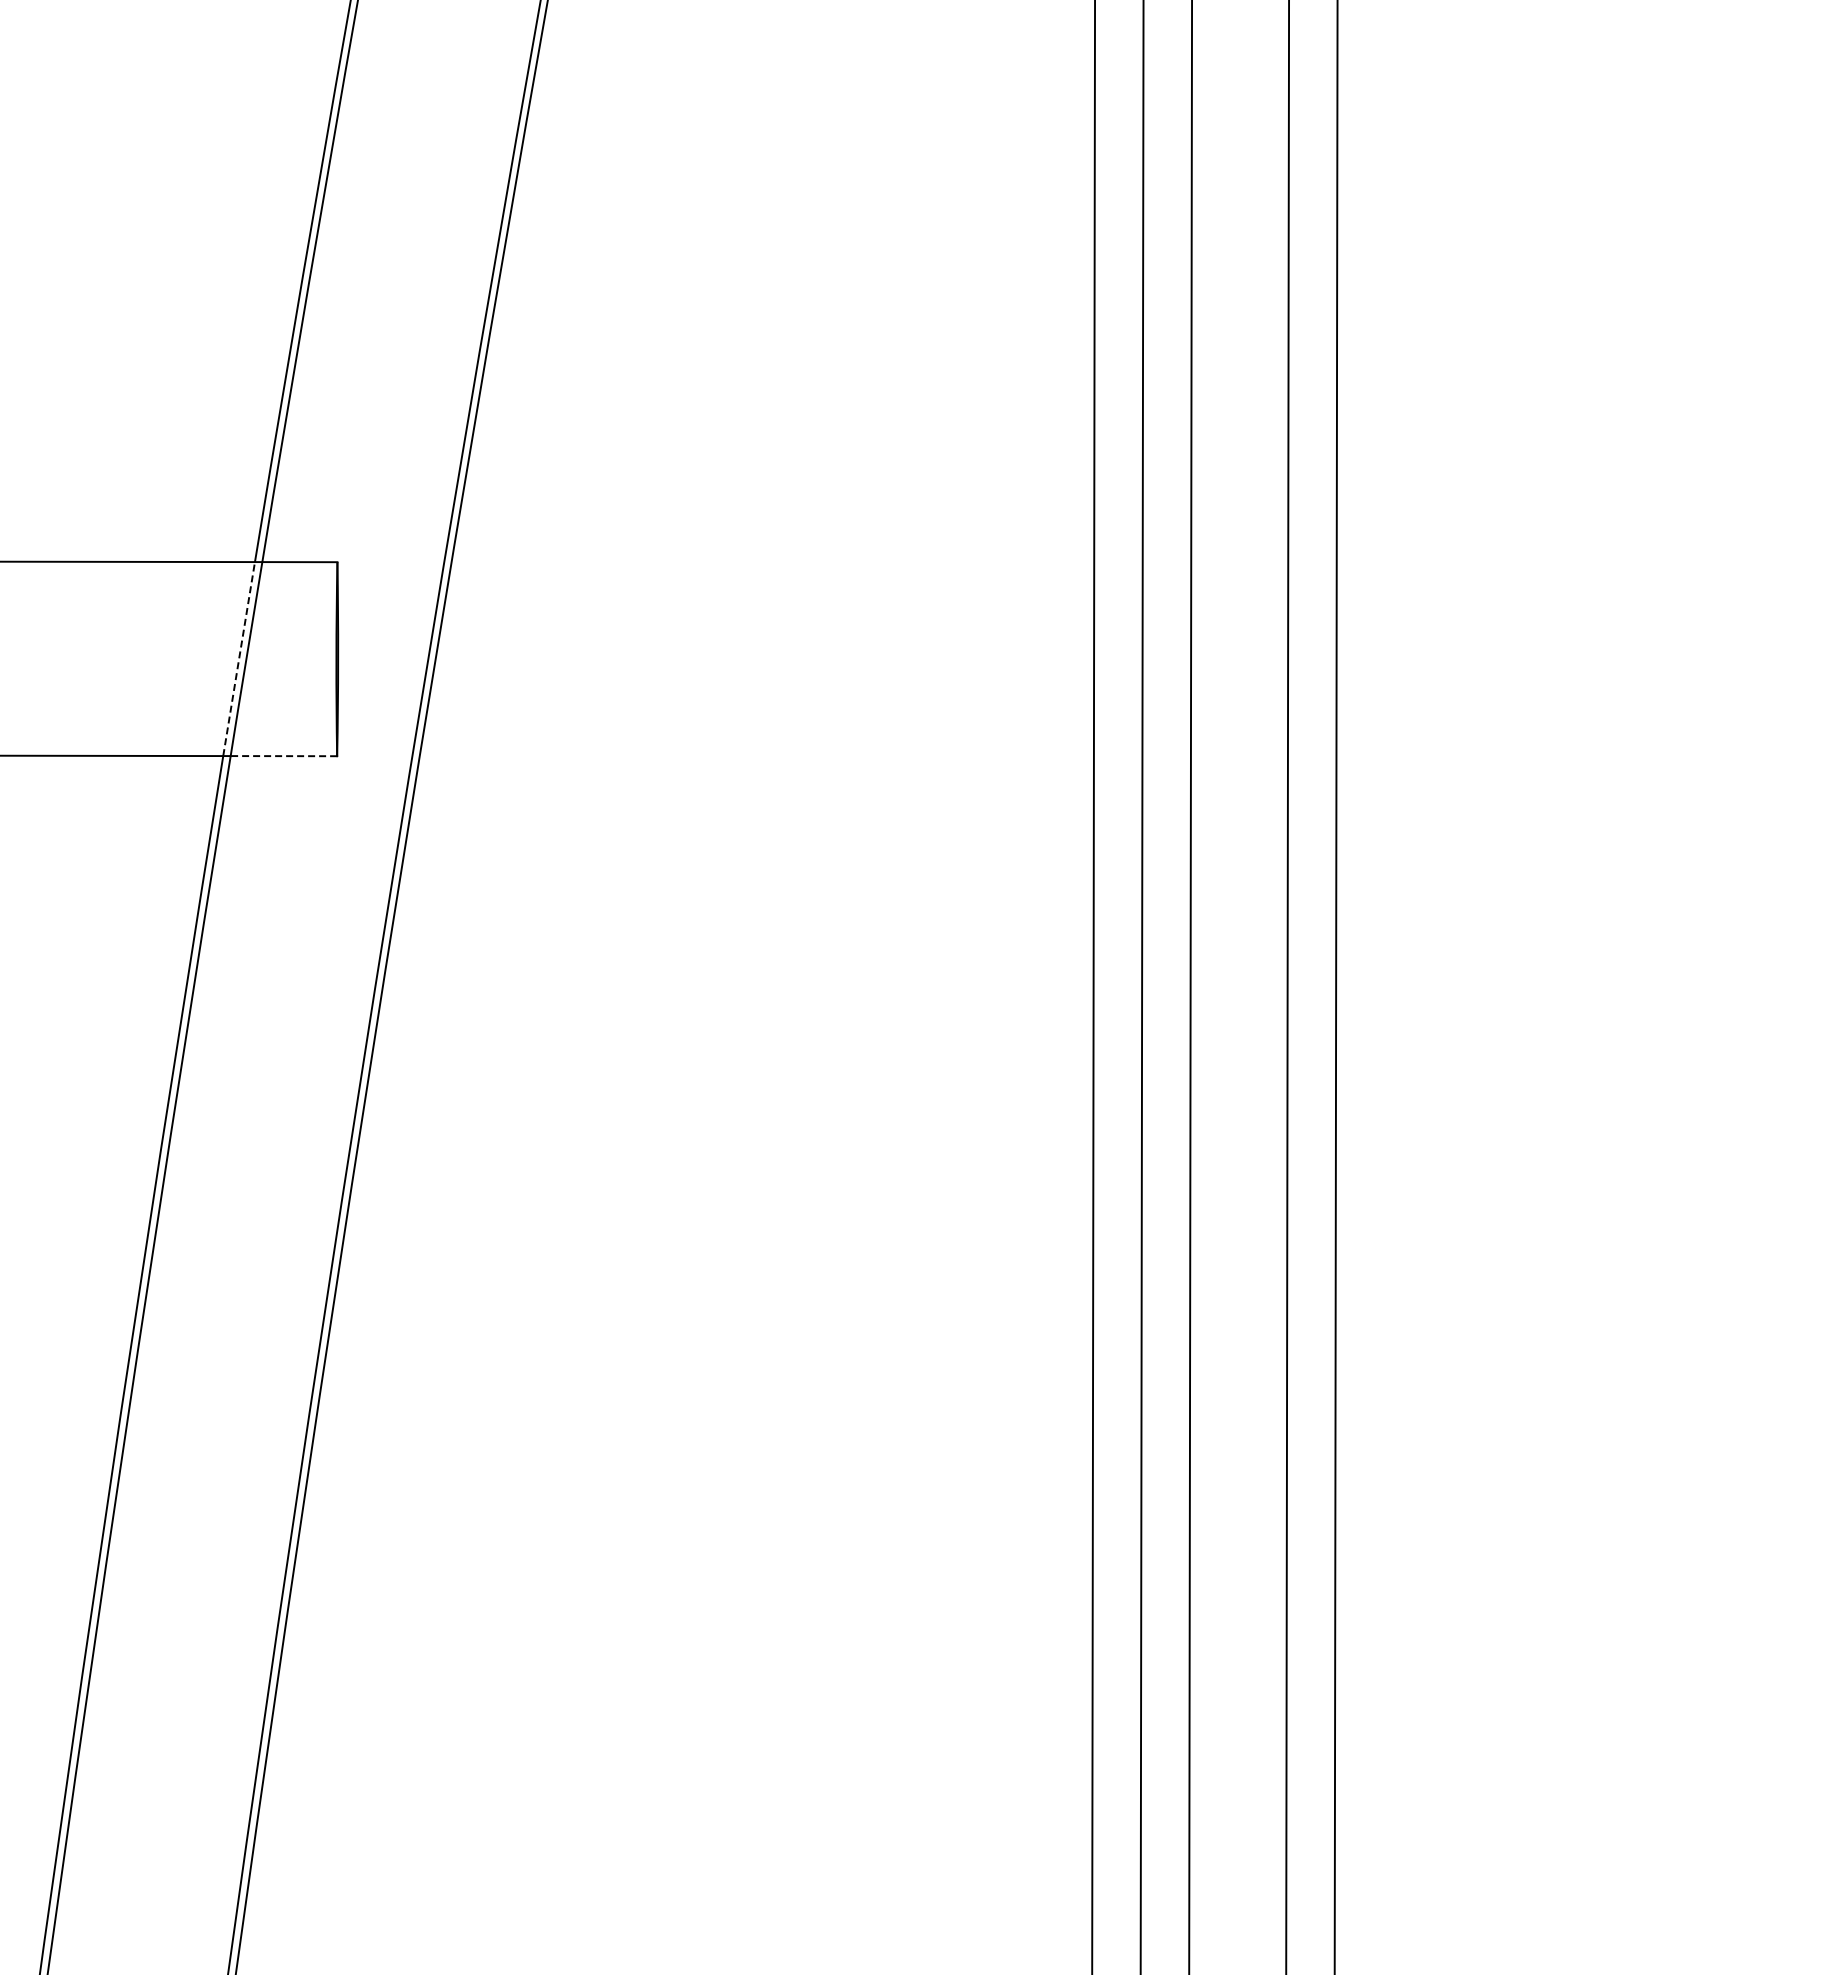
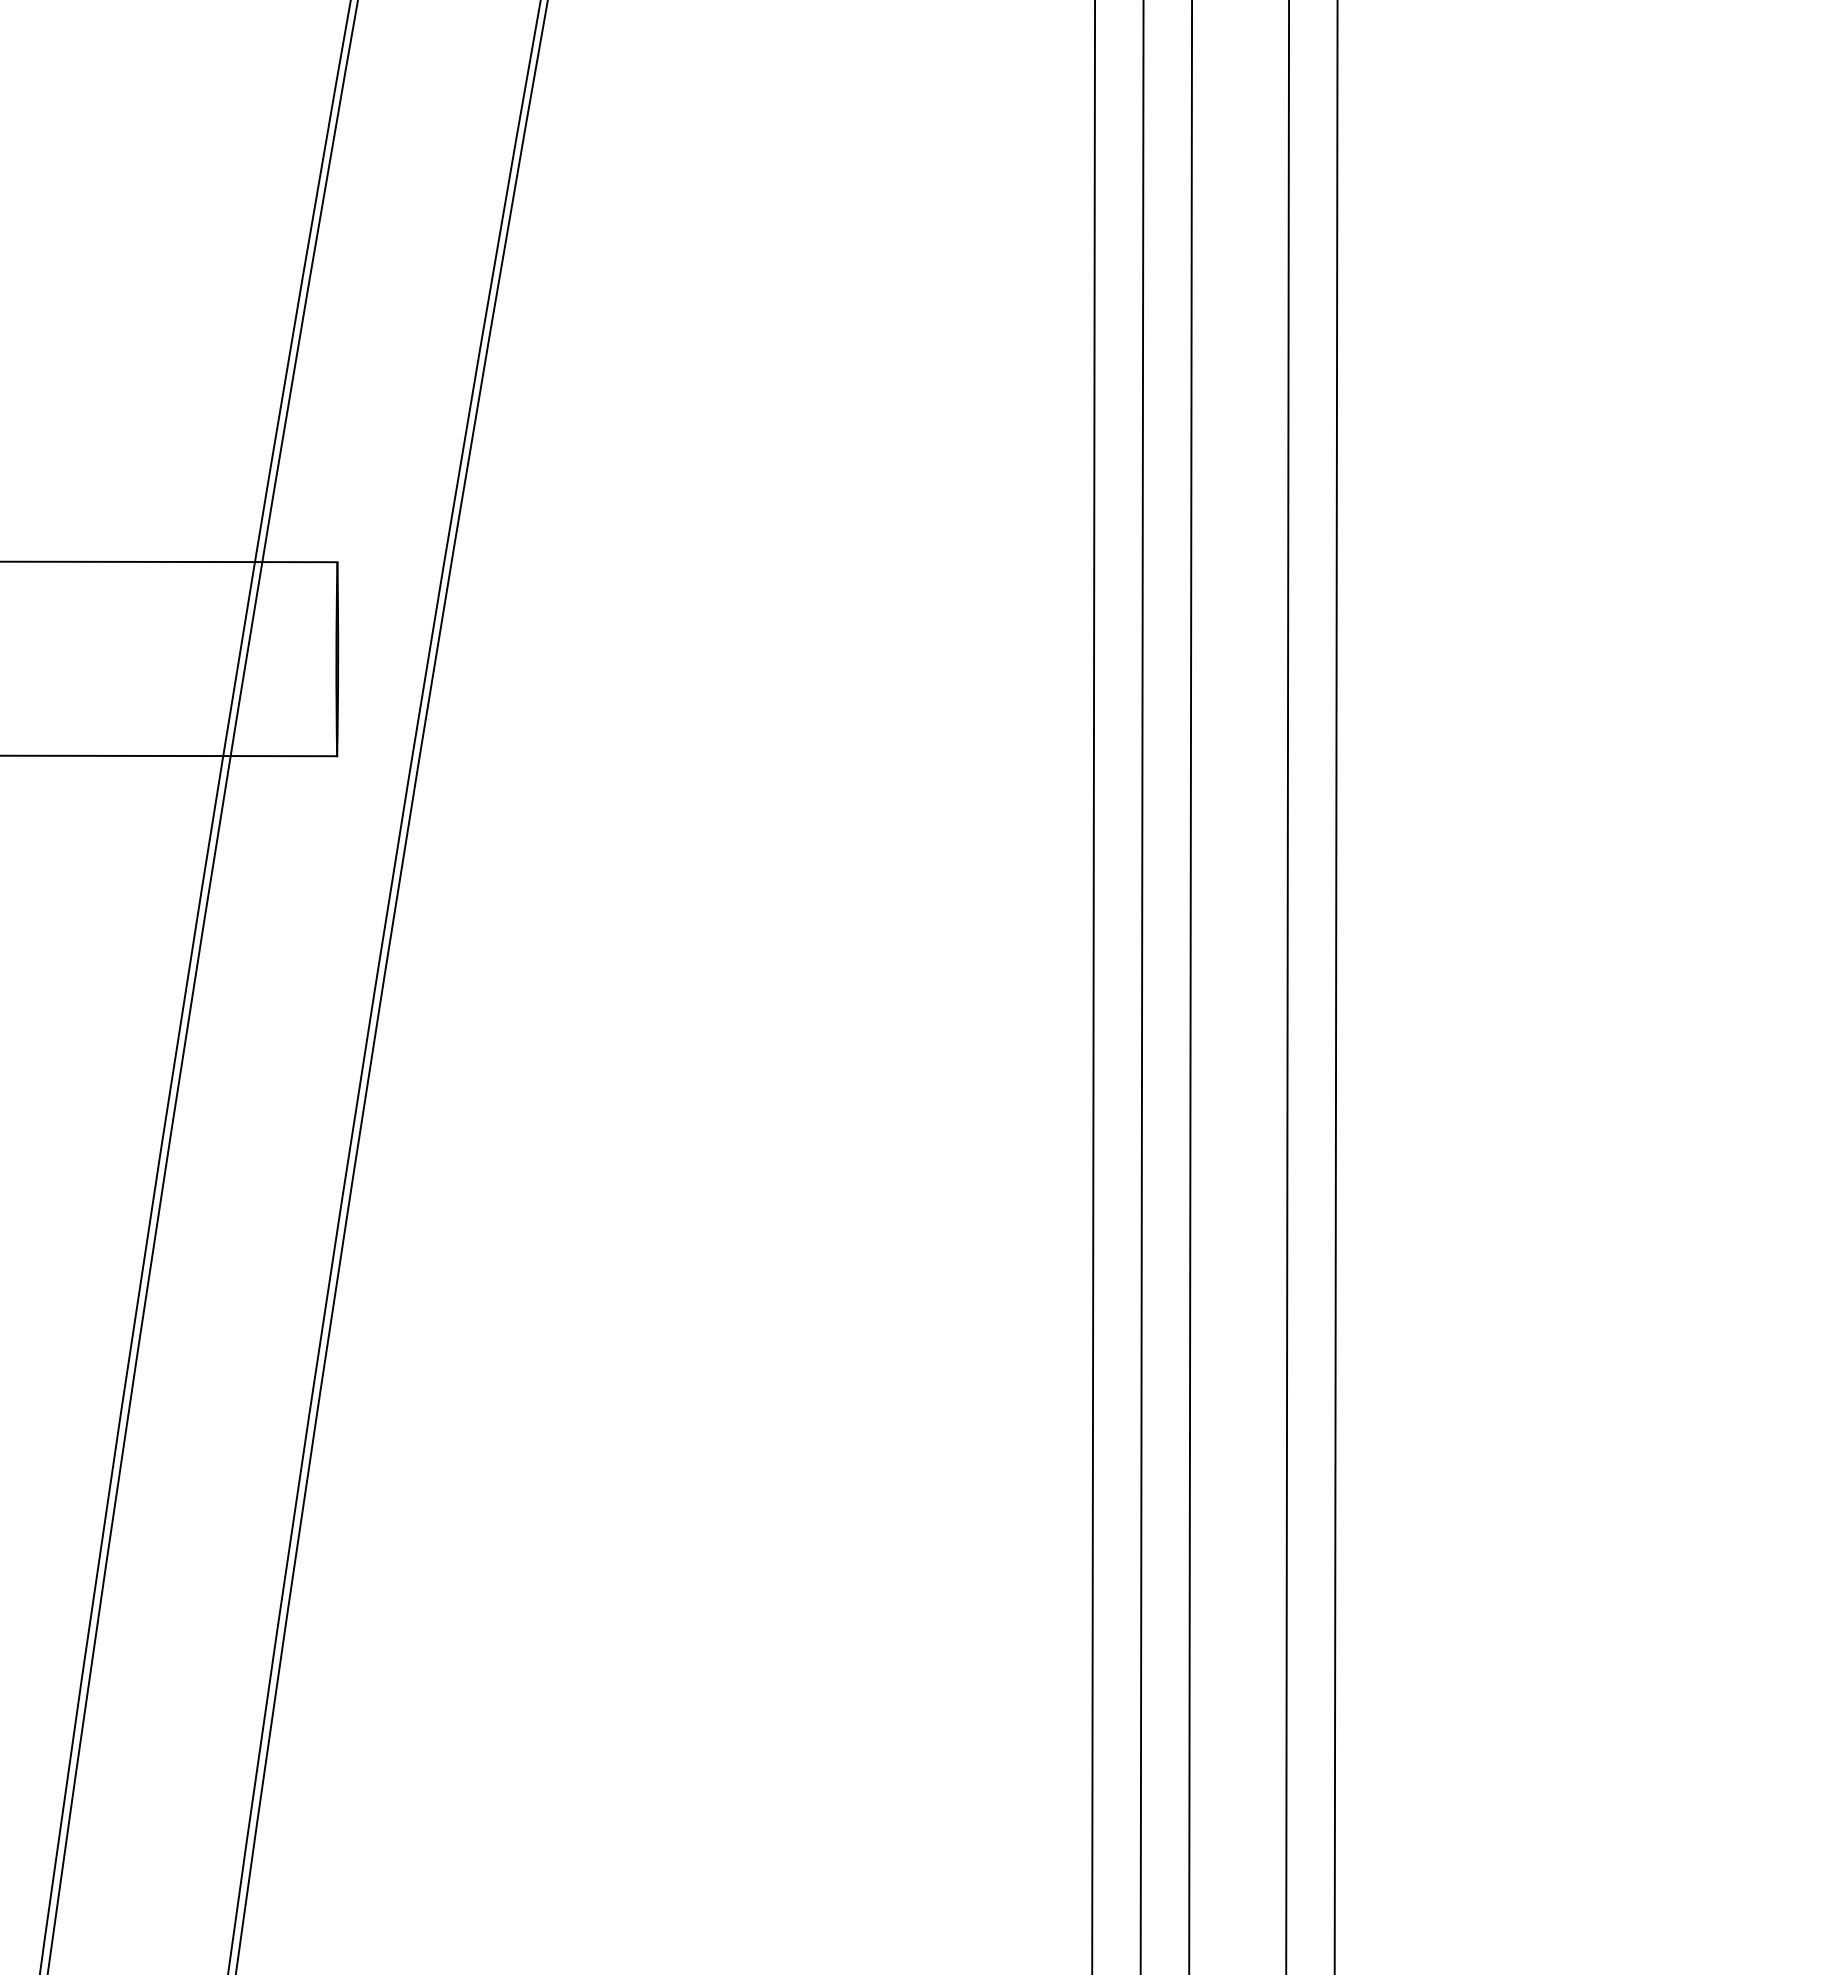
line at (239, 658): dashed -> solid
line at (283, 756): dashed -> solid
